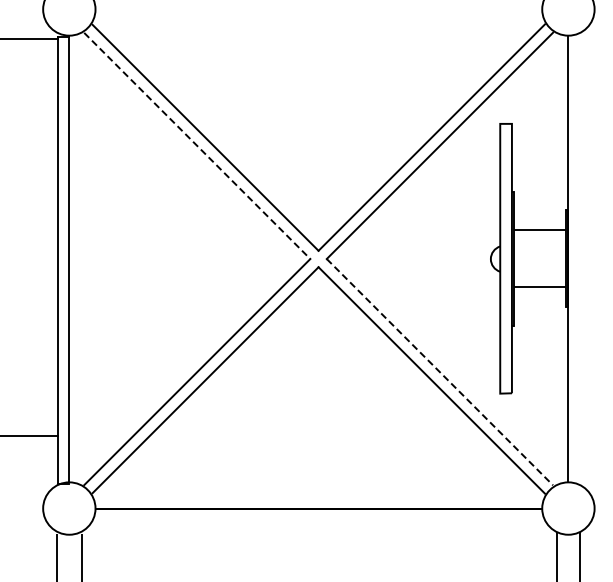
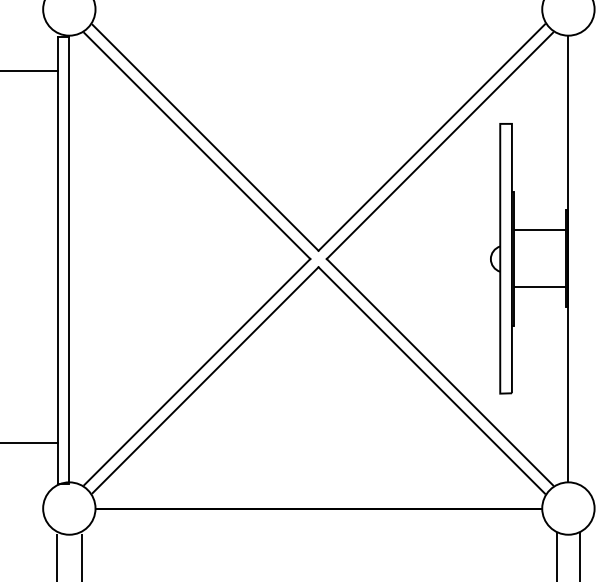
line at (29, 39) position: (29, 39) -> (29, 71)
line at (197, 145): dashed -> solid
line at (440, 372): dashed -> solid
line at (29, 436) position: (29, 436) -> (29, 443)
